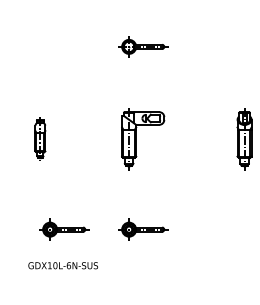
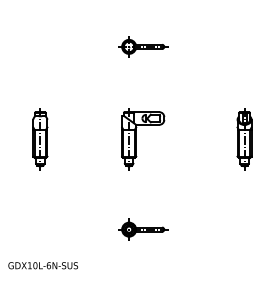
part at (40, 138) size: 13x44 px -> 17x63 px
part at (64, 229): present -> none
text at (62, 265) position: (62, 265) -> (42, 265)
